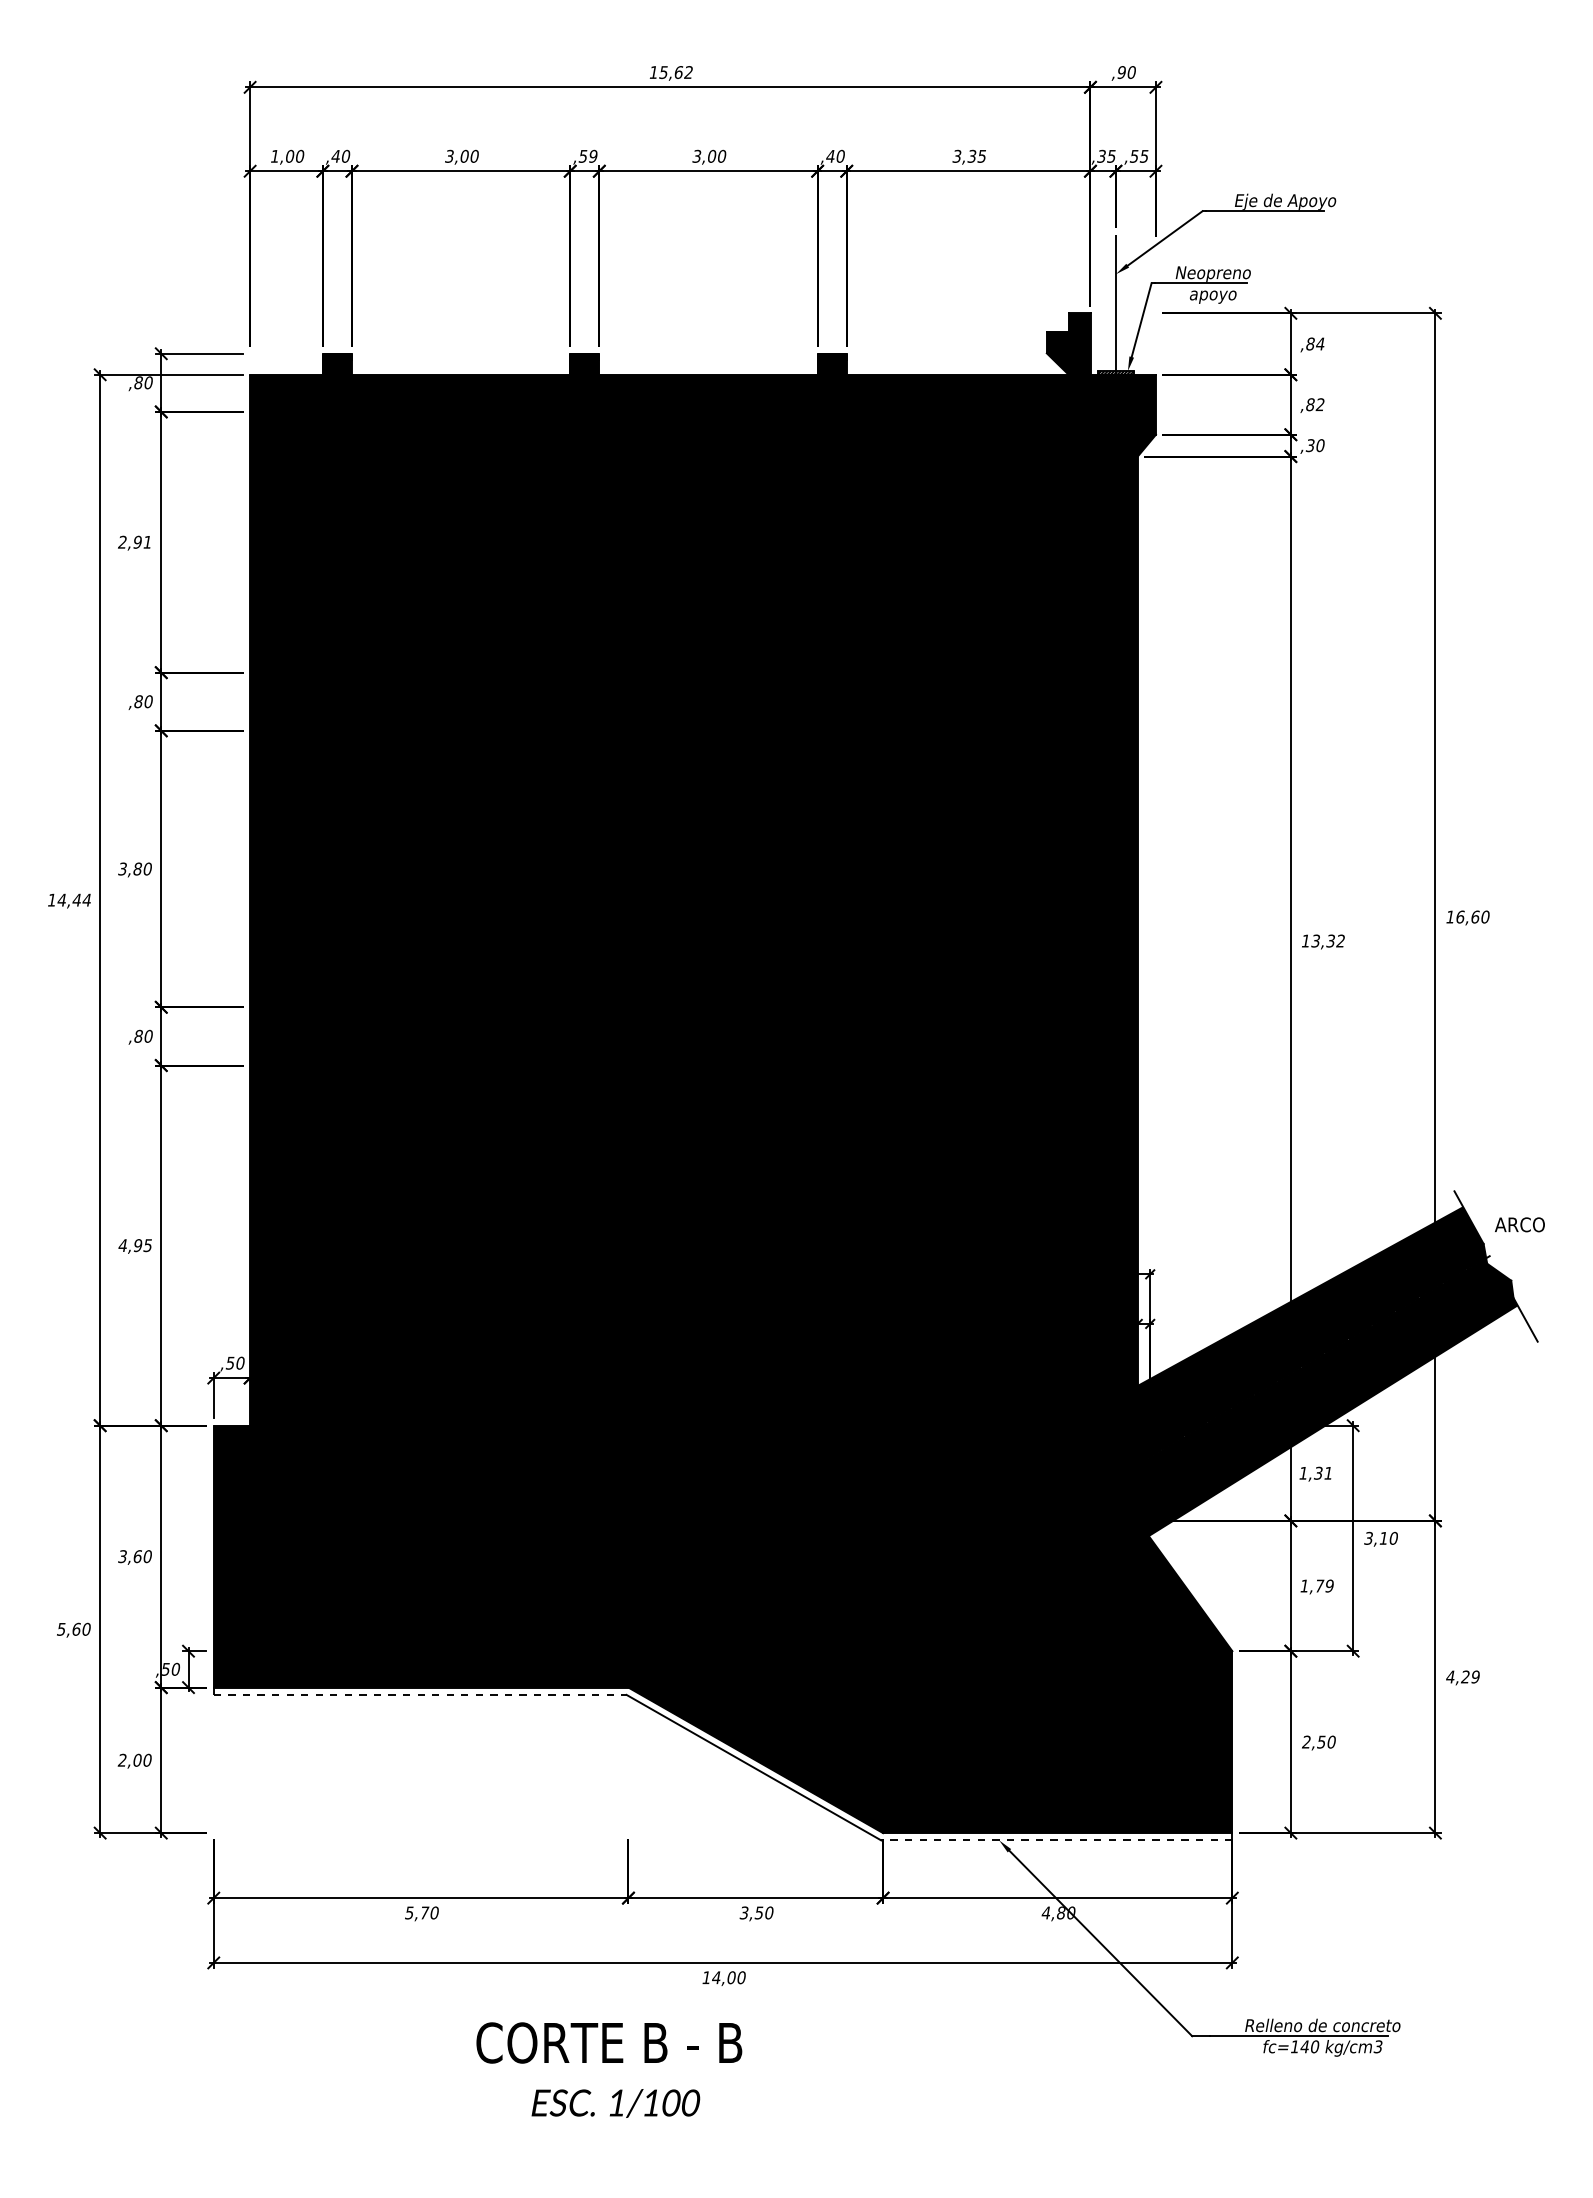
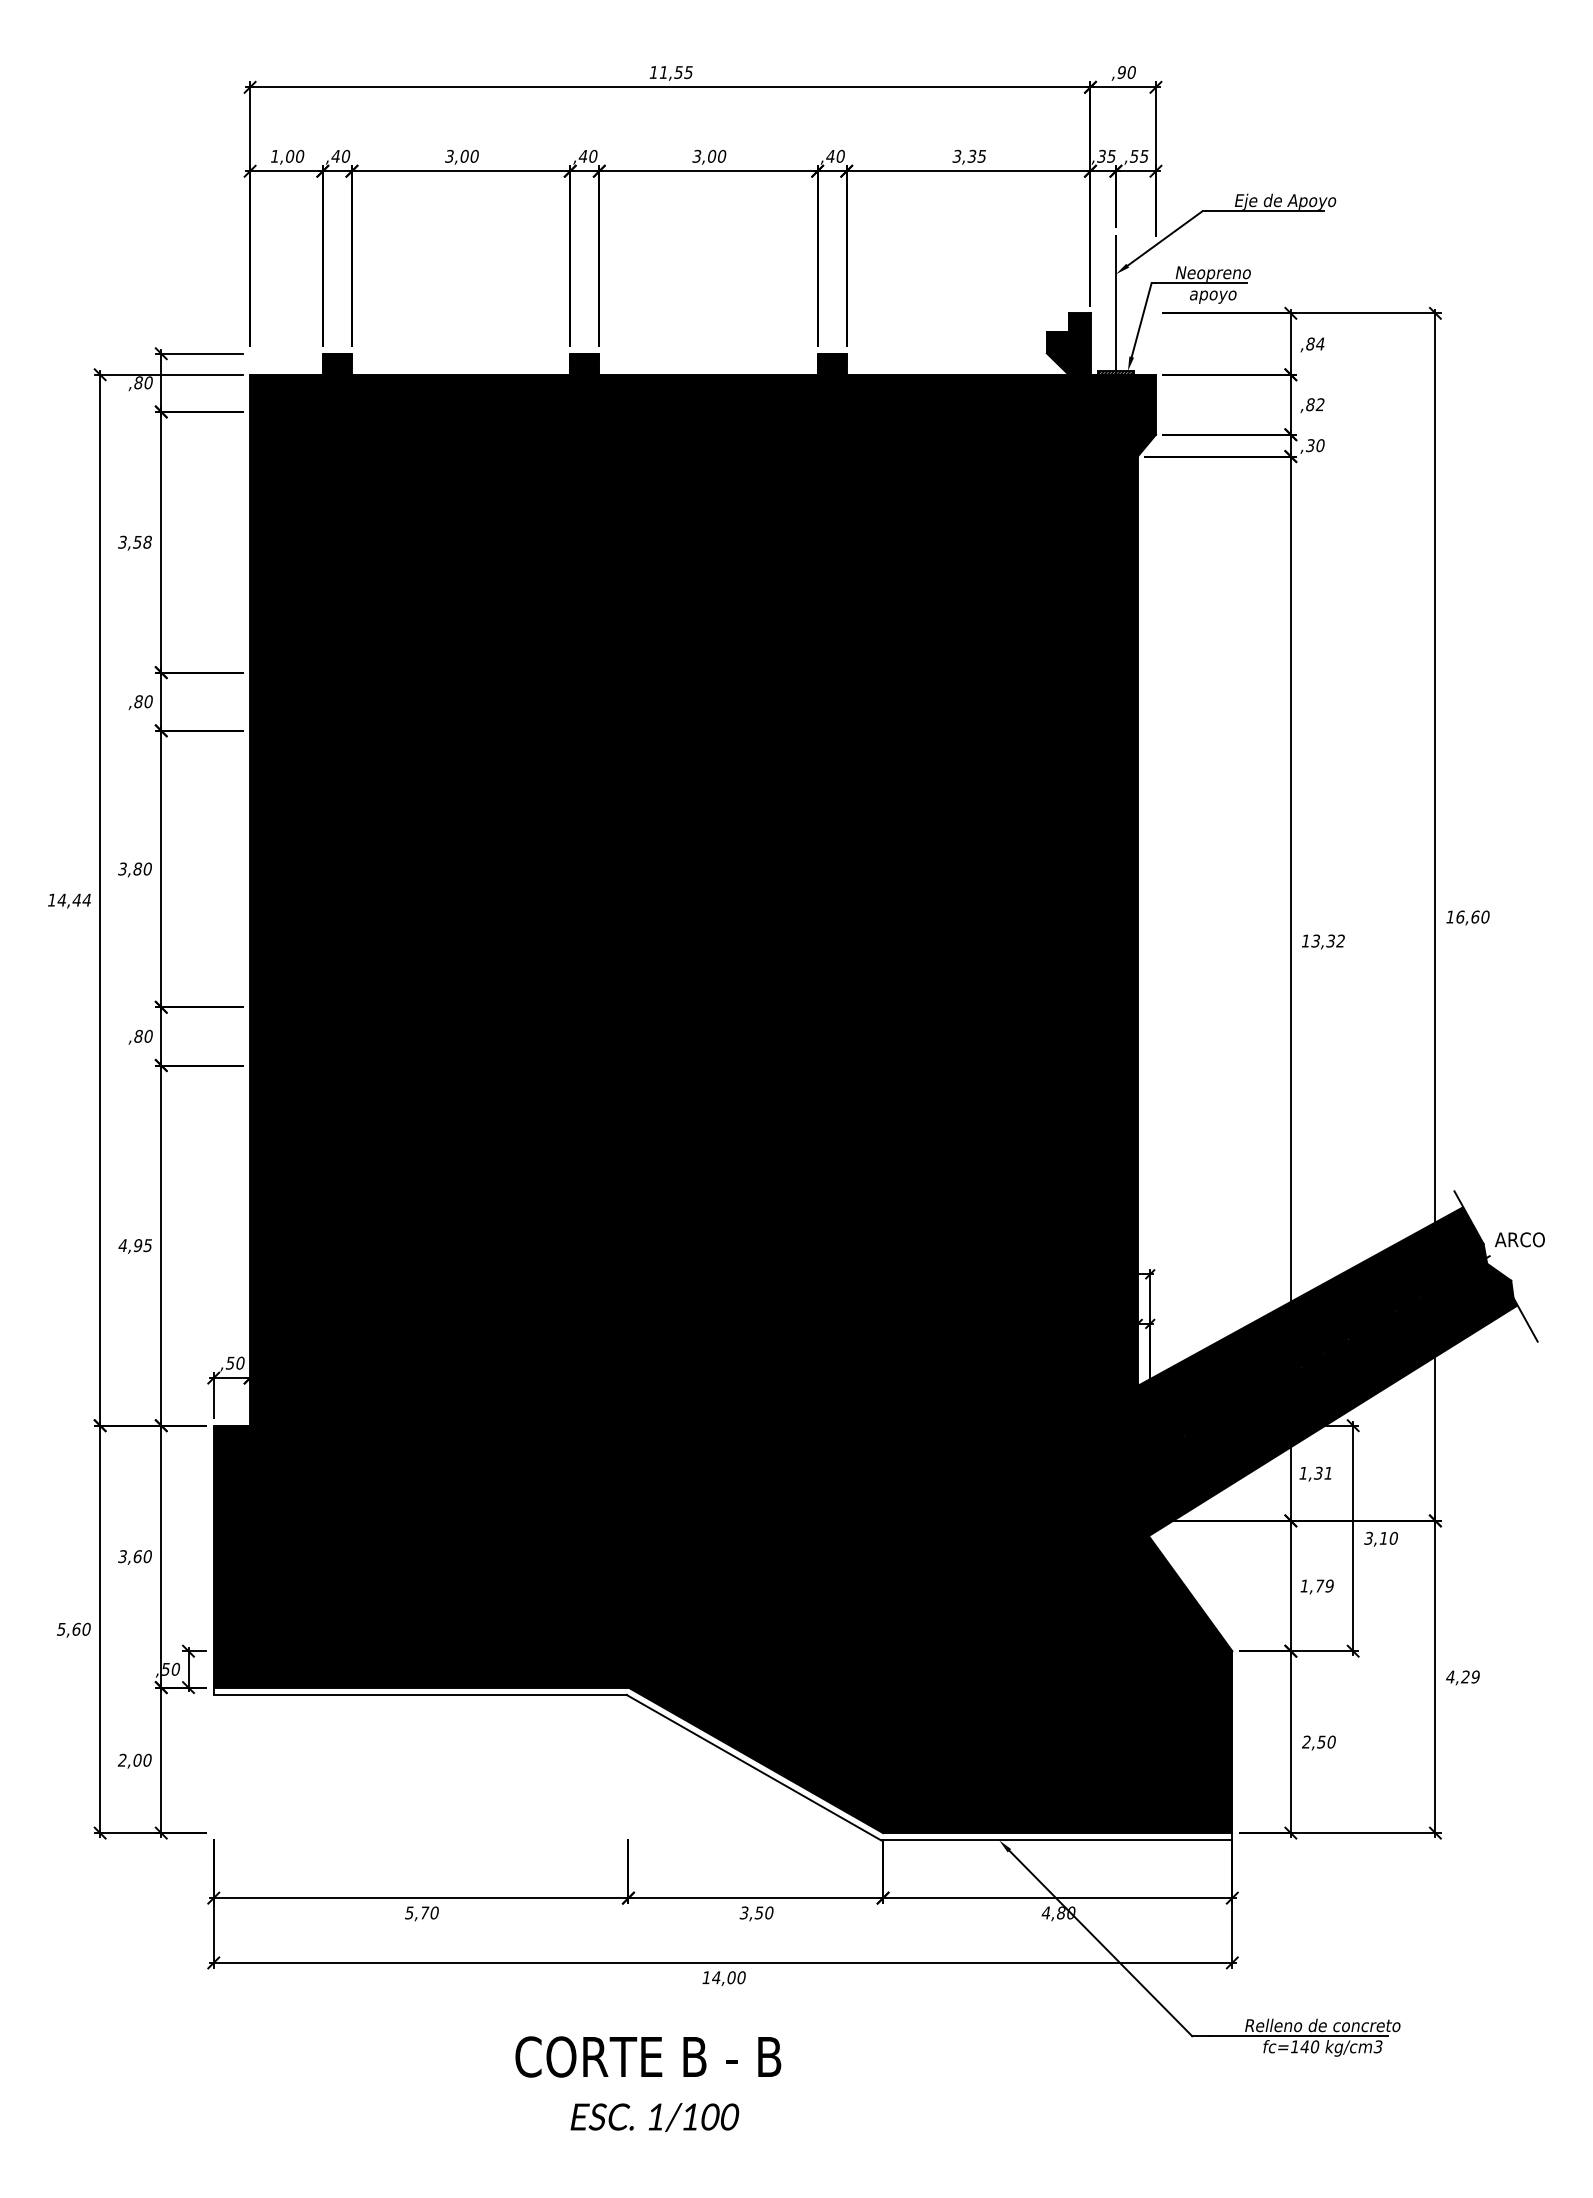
text at (675, 72): 15,62 -> 11,55
text at (587, 156): ,59 -> ,40
text at (134, 541): 2,91 -> 3,58
text at (1519, 1224) position: (1519, 1224) -> (1519, 1239)
line at (420, 1694): dashed -> solid
line at (1056, 1840): dashed -> solid
text at (609, 2069) position: (609, 2069) -> (648, 2083)
